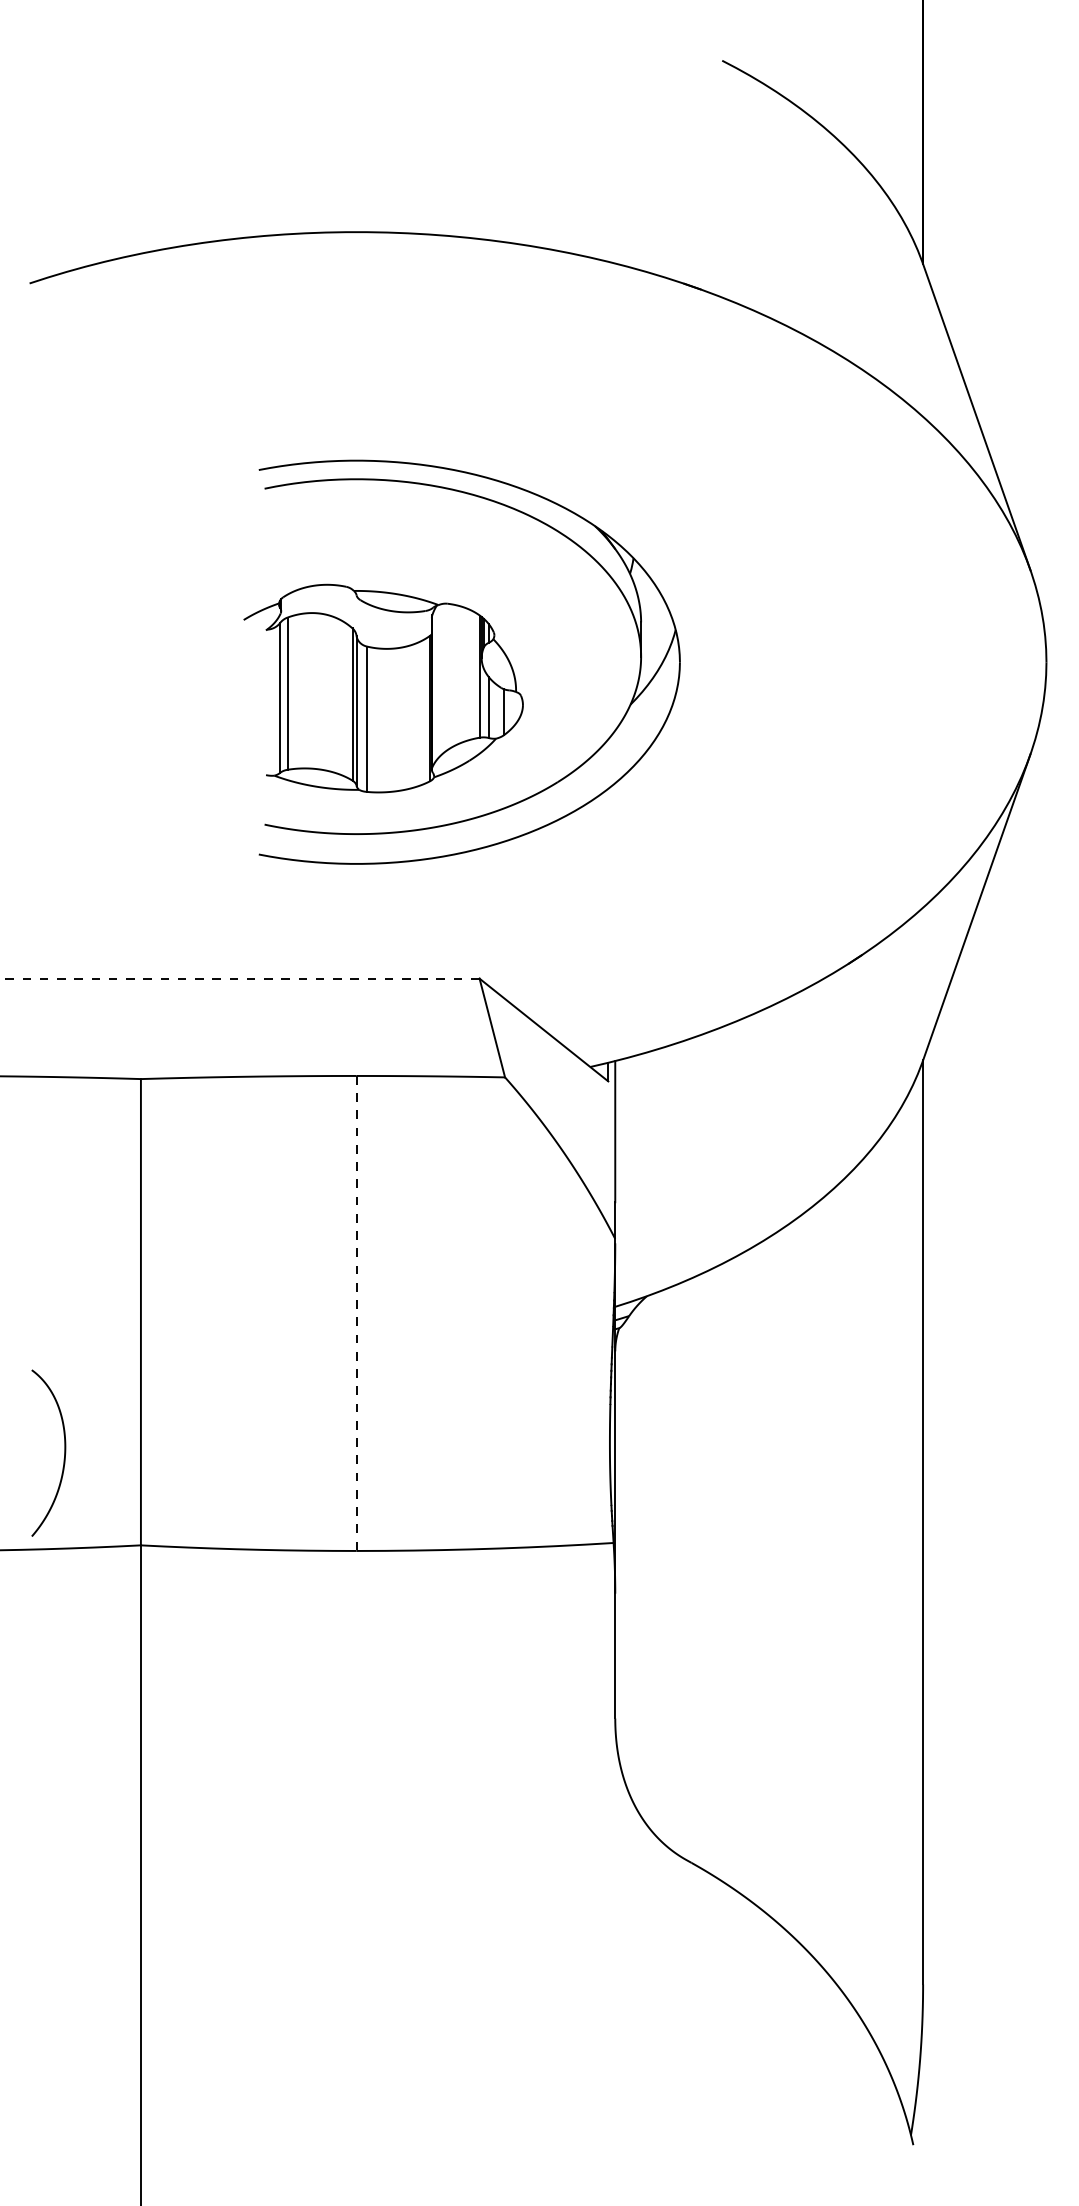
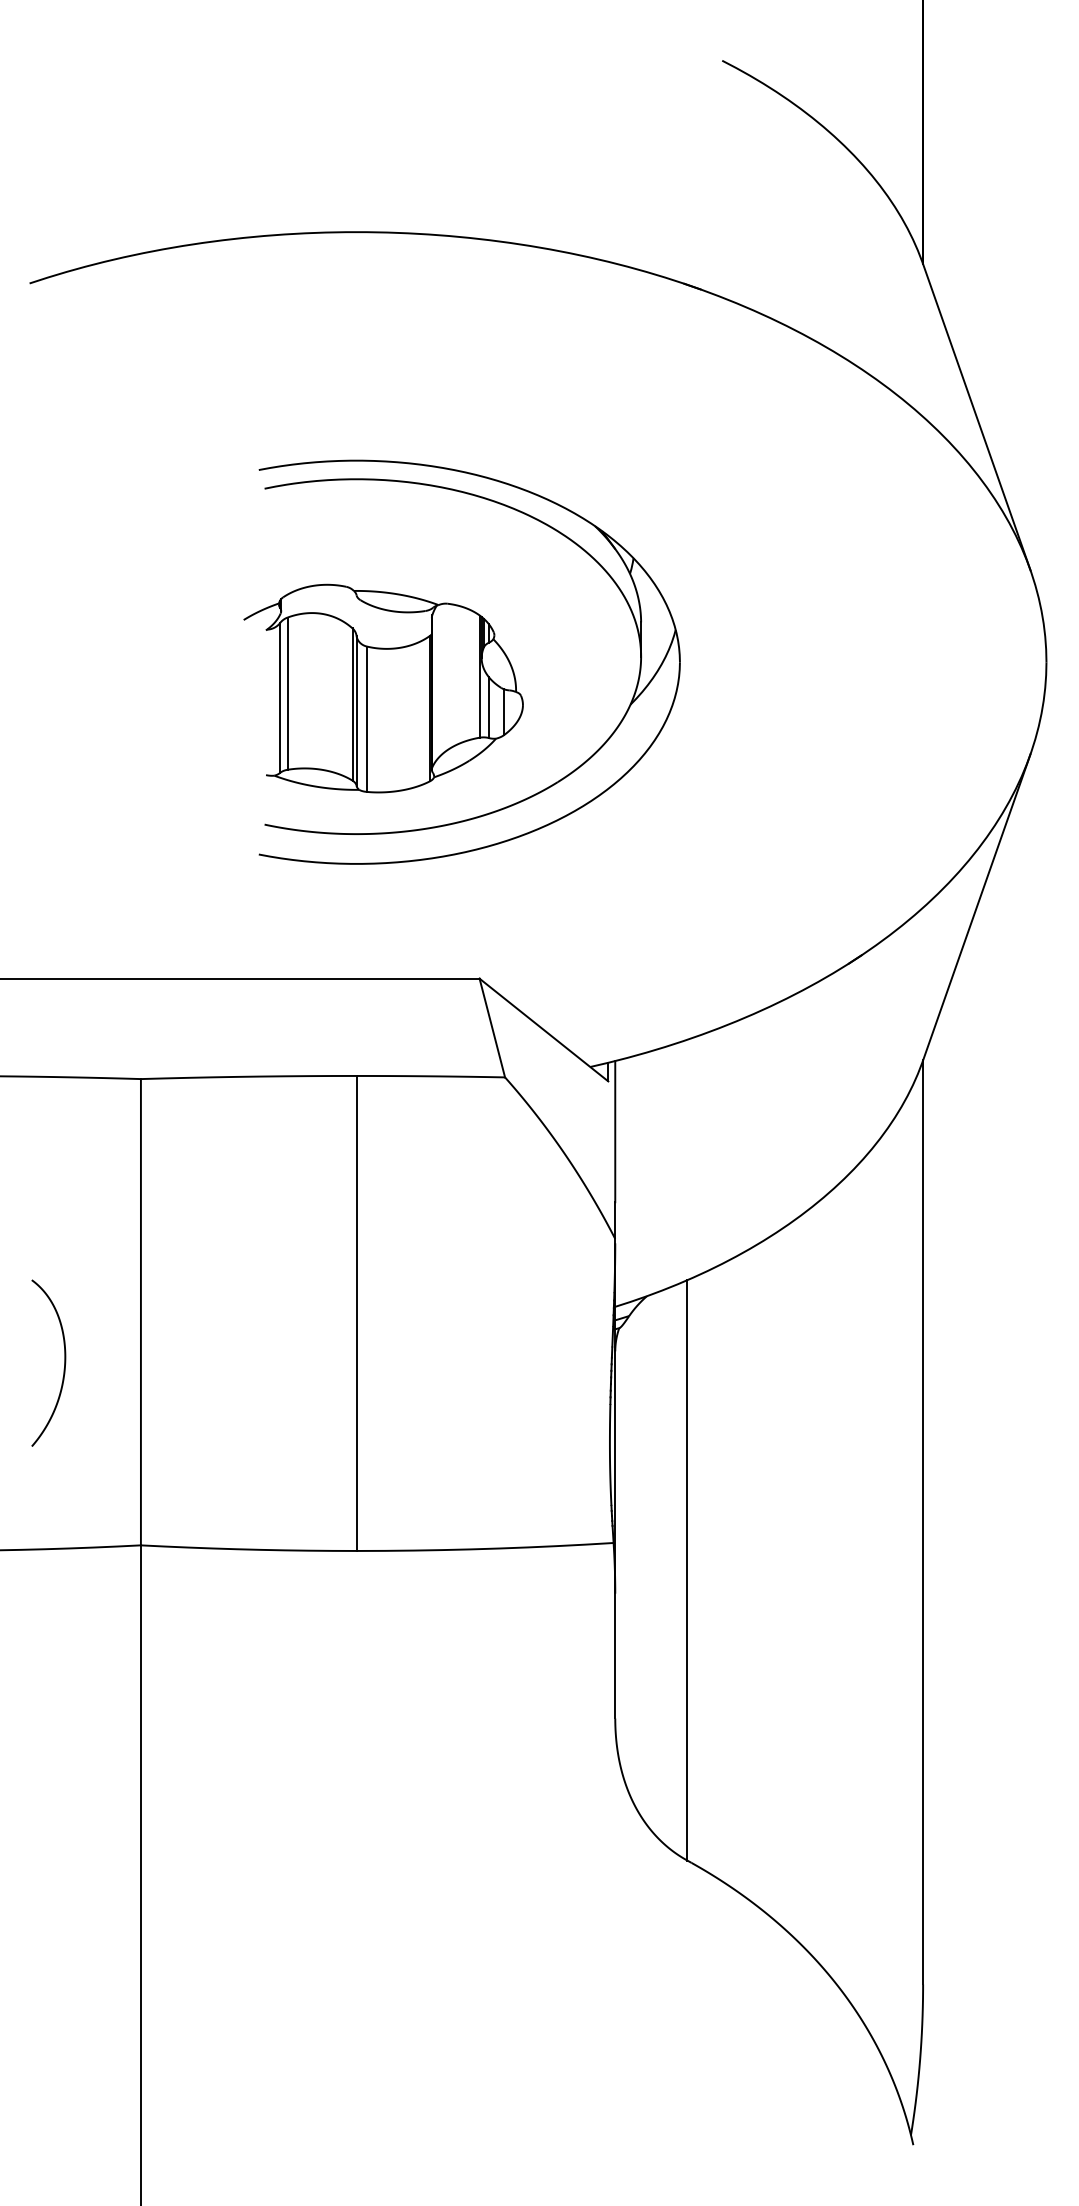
line at (239, 978): dashed -> solid
line at (356, 1313): dashed -> solid
curve at (64, 1452) position: (64, 1452) -> (64, 1362)
line at (687, 1570): none -> present
